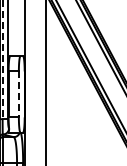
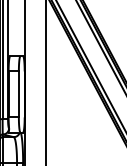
line at (2, 60): dashed -> solid
line at (18, 94): dashed -> solid
